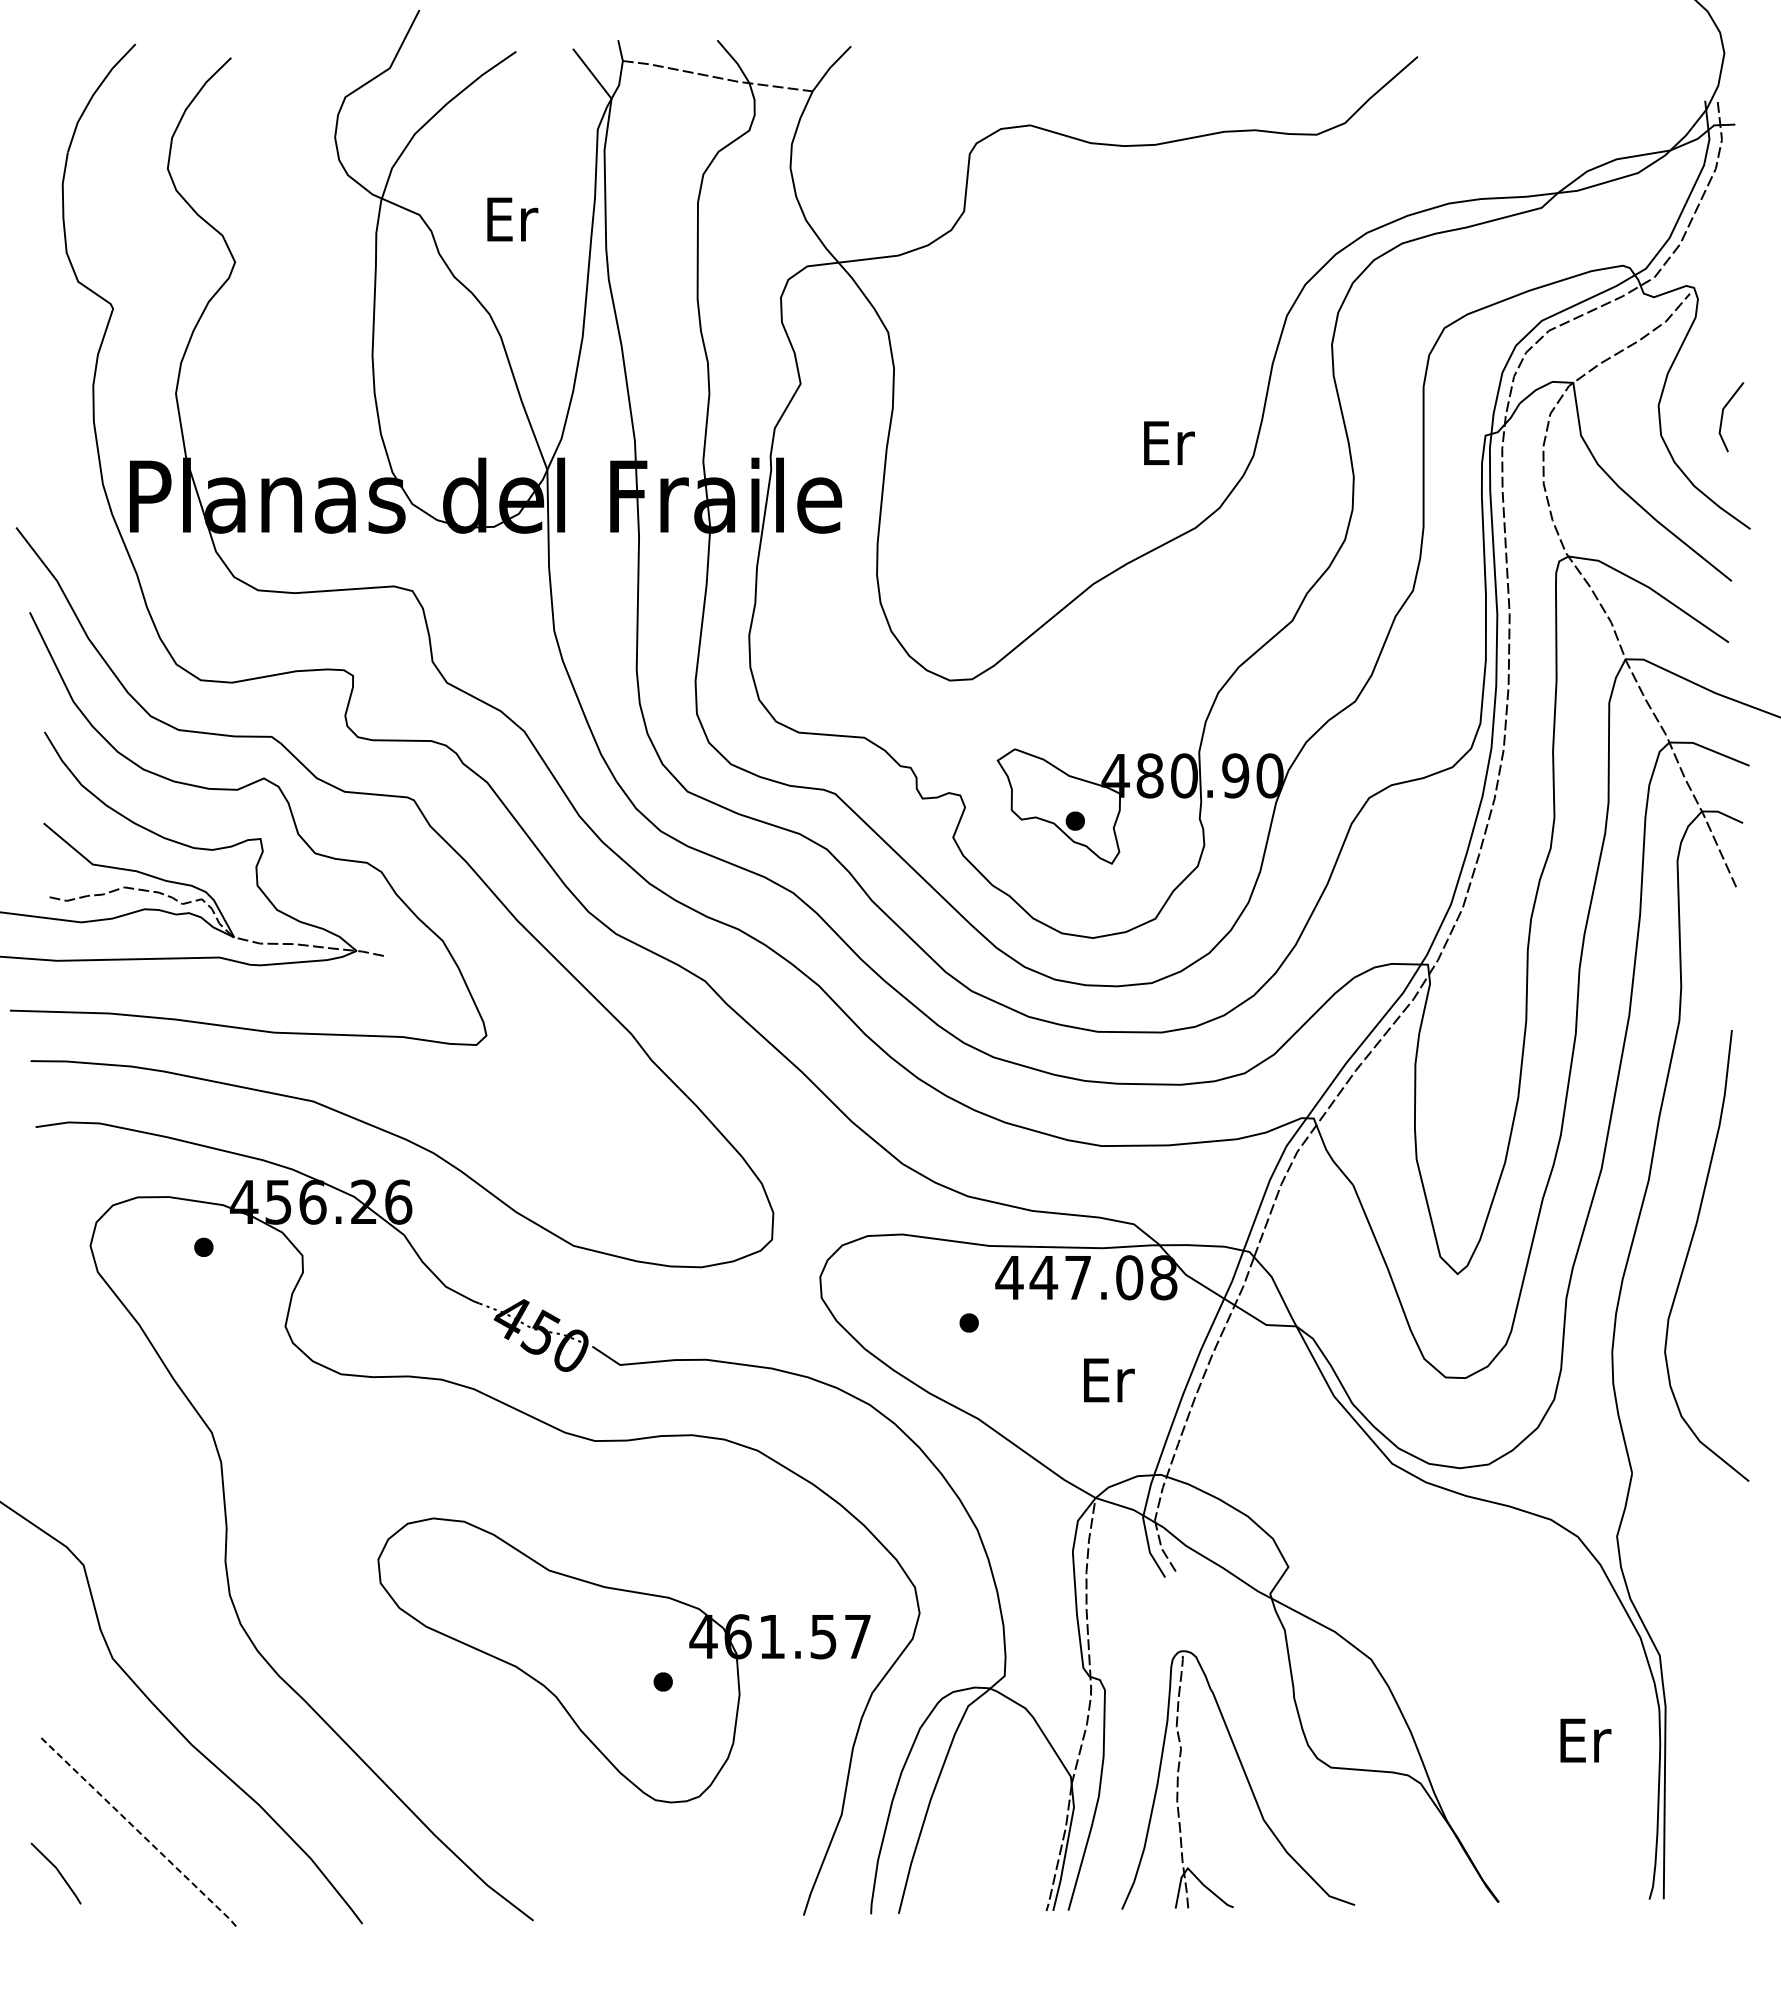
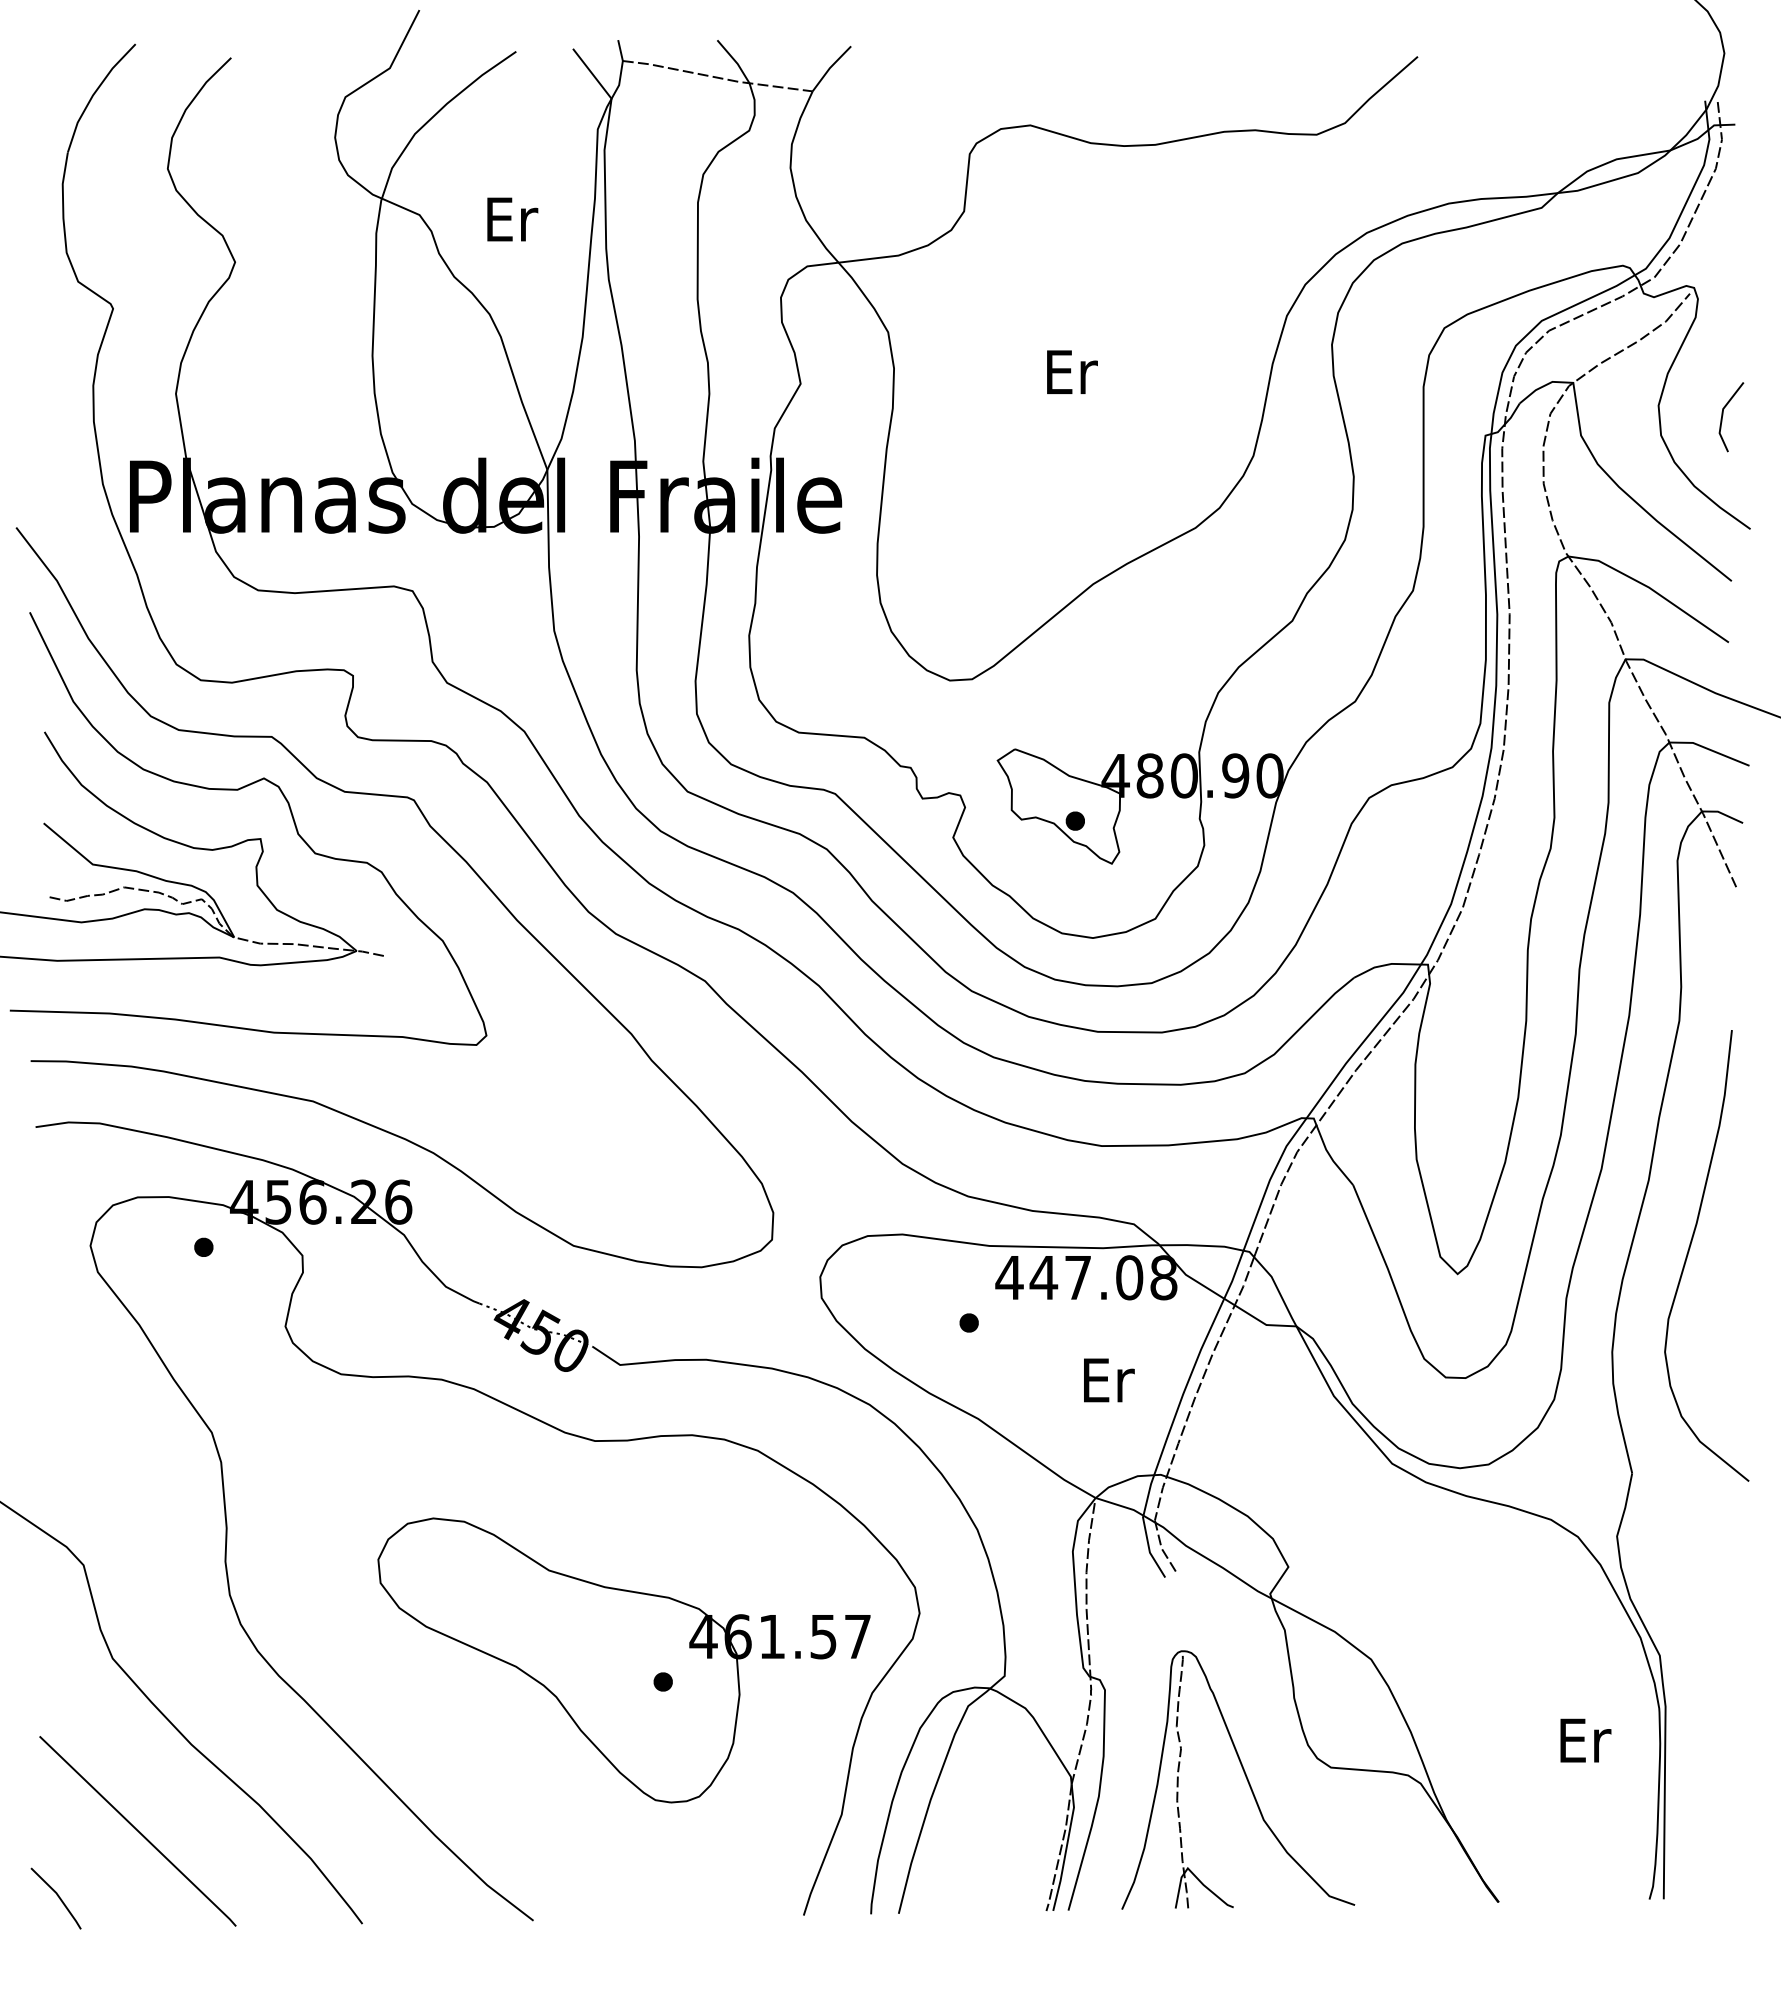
text at (1169, 442) position: (1169, 442) -> (1072, 371)
line at (138, 1831): dashed -> solid
line at (57, 1871) position: (57, 1871) -> (57, 1896)
